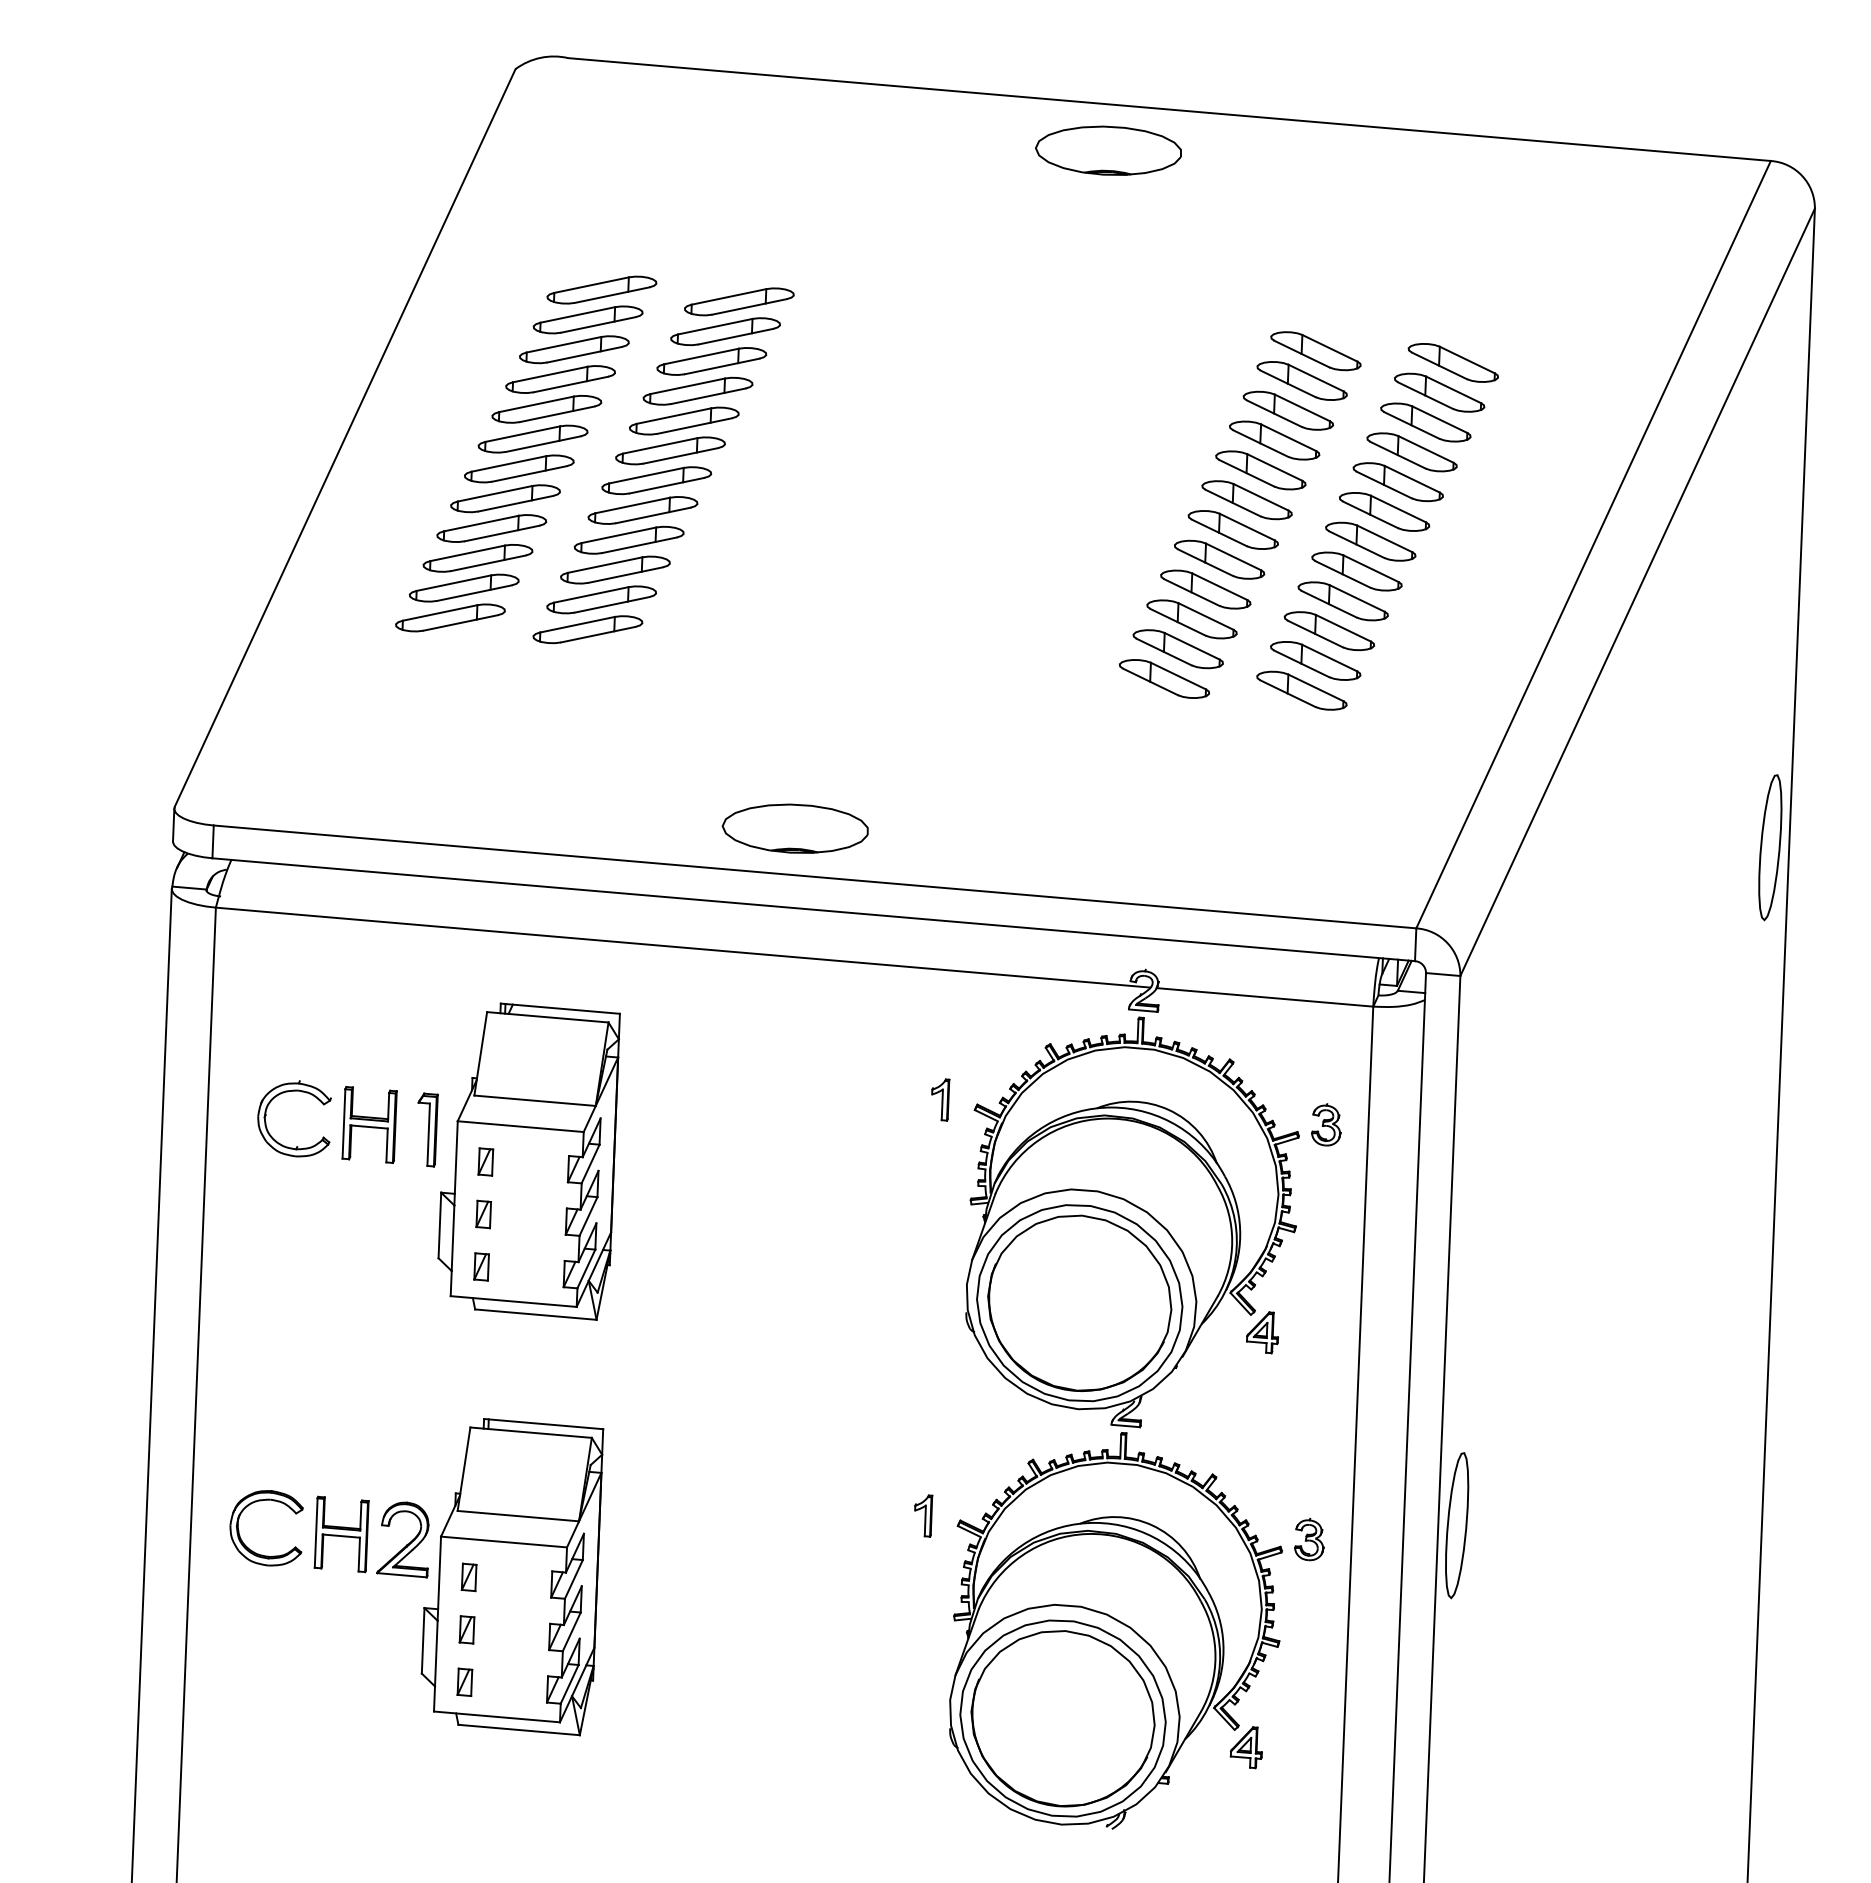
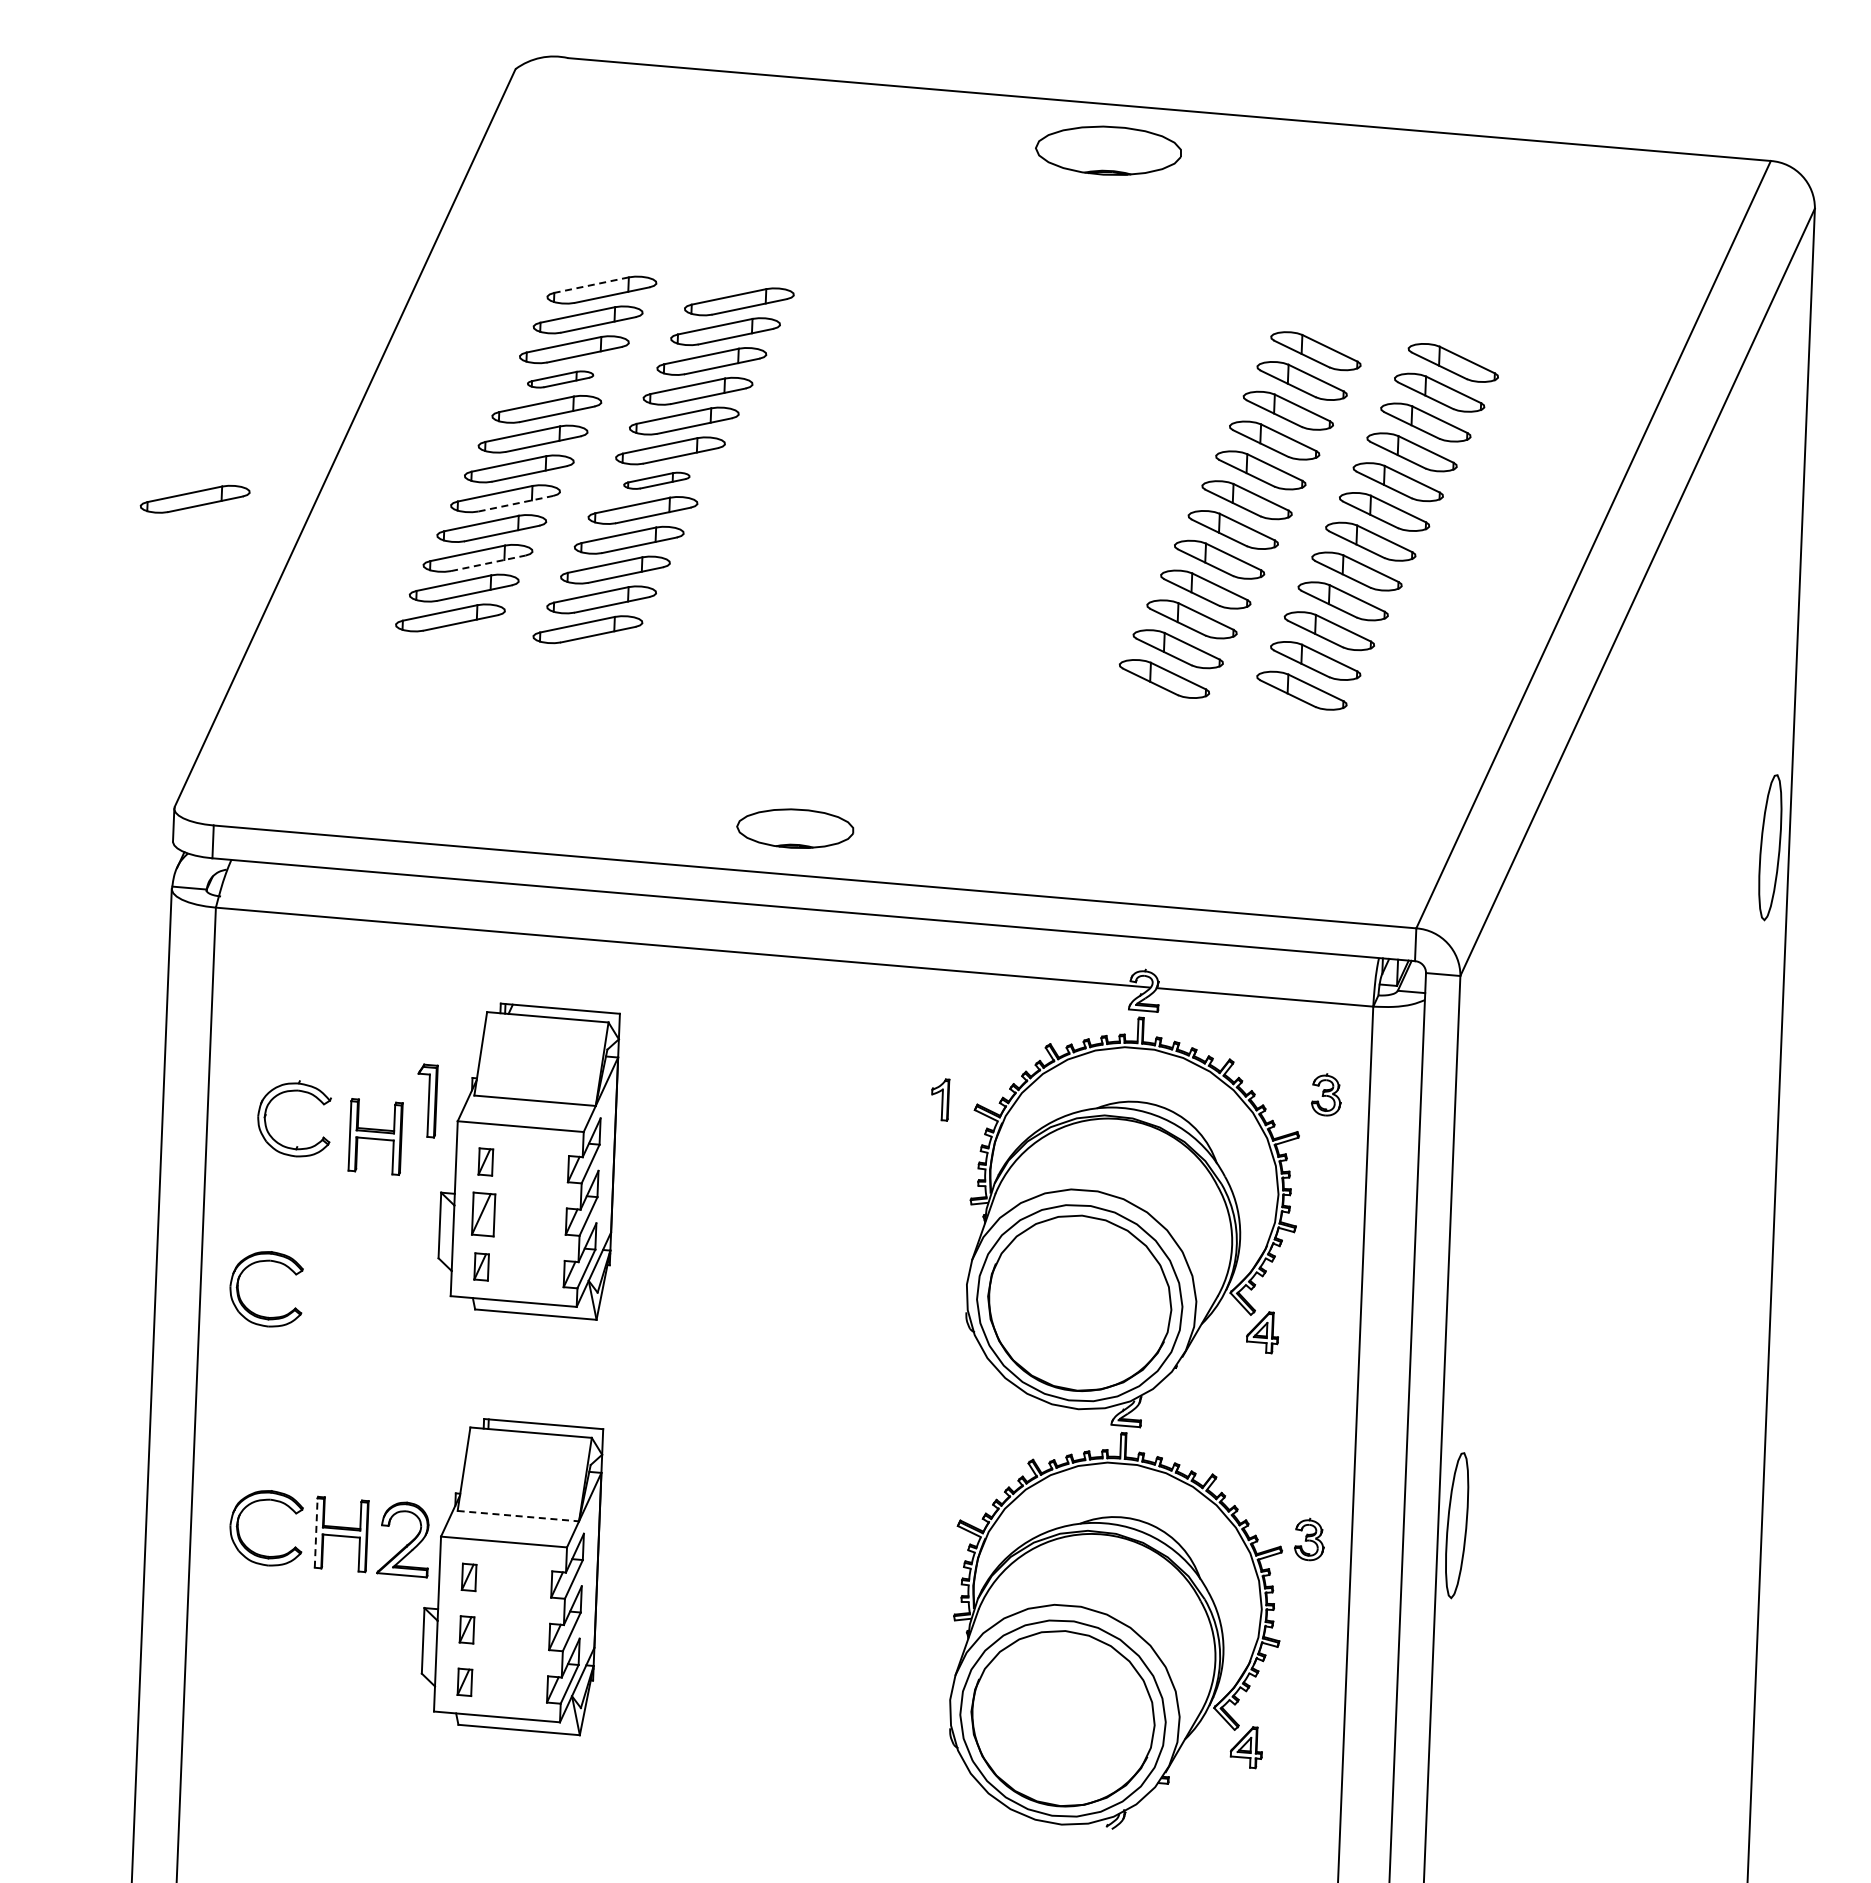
line at (591, 285): solid -> dashed
part at (560, 379) size: 111x29 px -> 68x19 px
part at (656, 480) size: 112x30 px -> 68x19 px
part at (194, 498): none -> present
line at (516, 503): solid -> dashed
line at (488, 563): solid -> dashed
part at (794, 828) size: 148x51 px -> 119x41 px
part at (369, 1124) position: (369, 1124) -> (375, 1136)
part at (1326, 1124) position: (1326, 1124) -> (1326, 1094)
part at (427, 1129) position: (427, 1129) -> (427, 1100)
part at (483, 1214) size: 18x31 px -> 26x47 px
part at (254, 1312): none -> present
part at (923, 1515): present -> none
line at (518, 1516): solid -> dashed
line at (316, 1533): solid -> dashed
